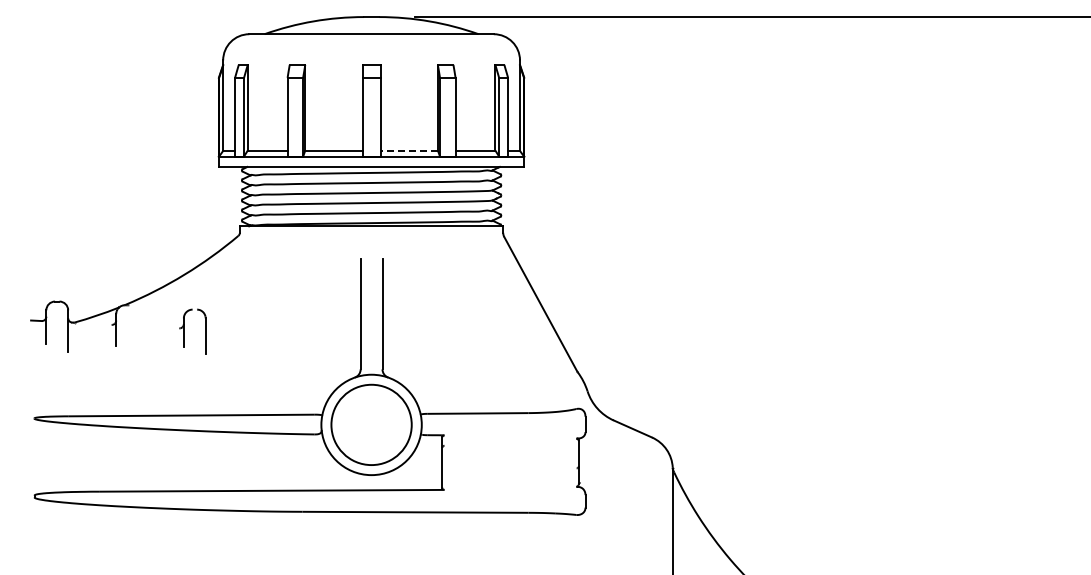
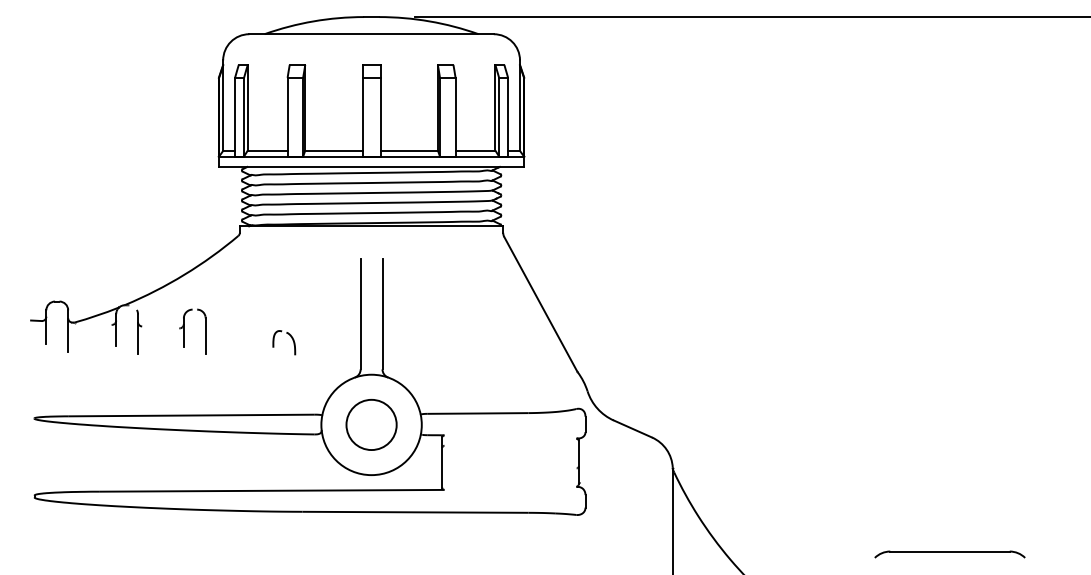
line at (409, 150): dashed -> solid
part at (139, 331): none -> present
part at (291, 338): none -> present
circle at (371, 424) diameter: 80 px -> 50 px
part at (949, 554): none -> present
